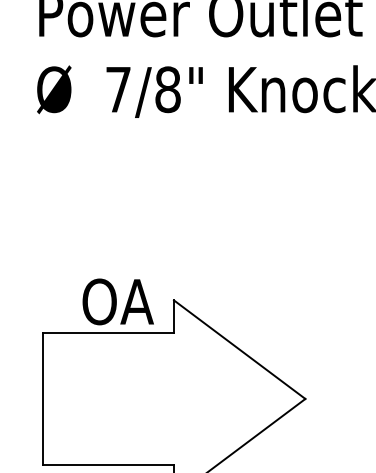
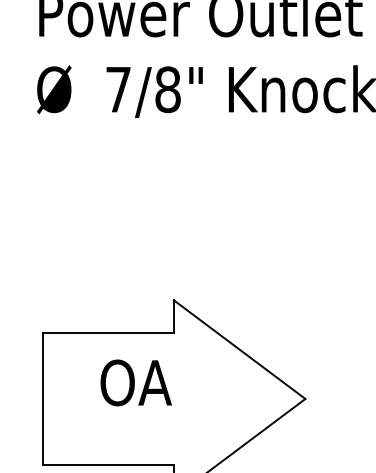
text at (117, 301) position: (117, 301) -> (135, 382)
